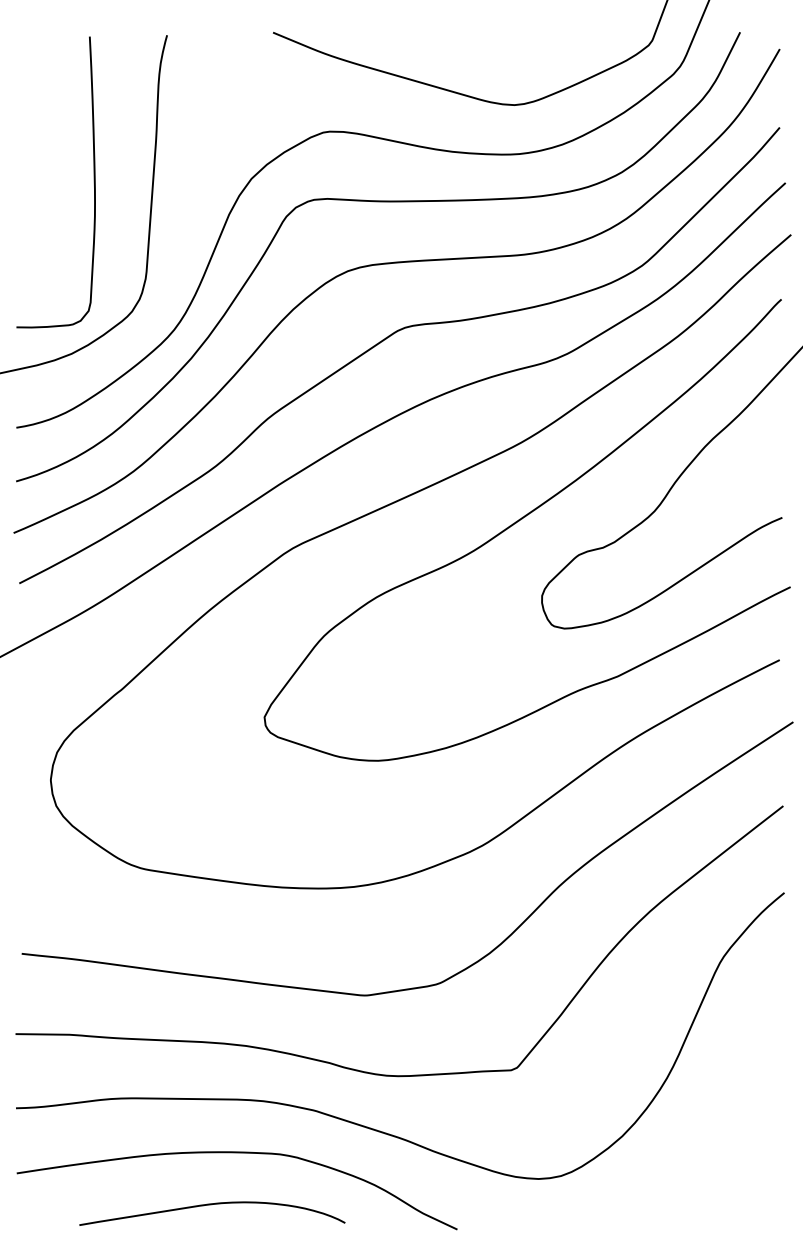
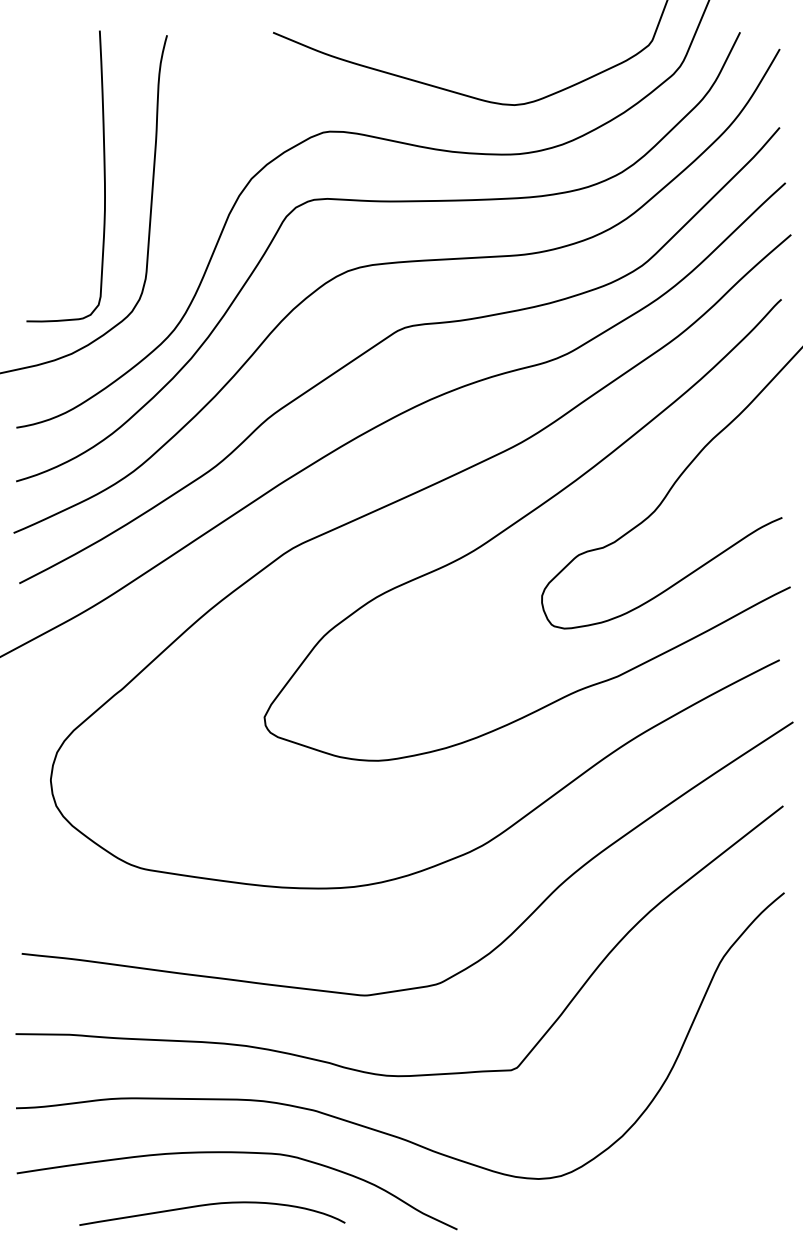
curve at (93, 182) position: (93, 182) -> (103, 176)
